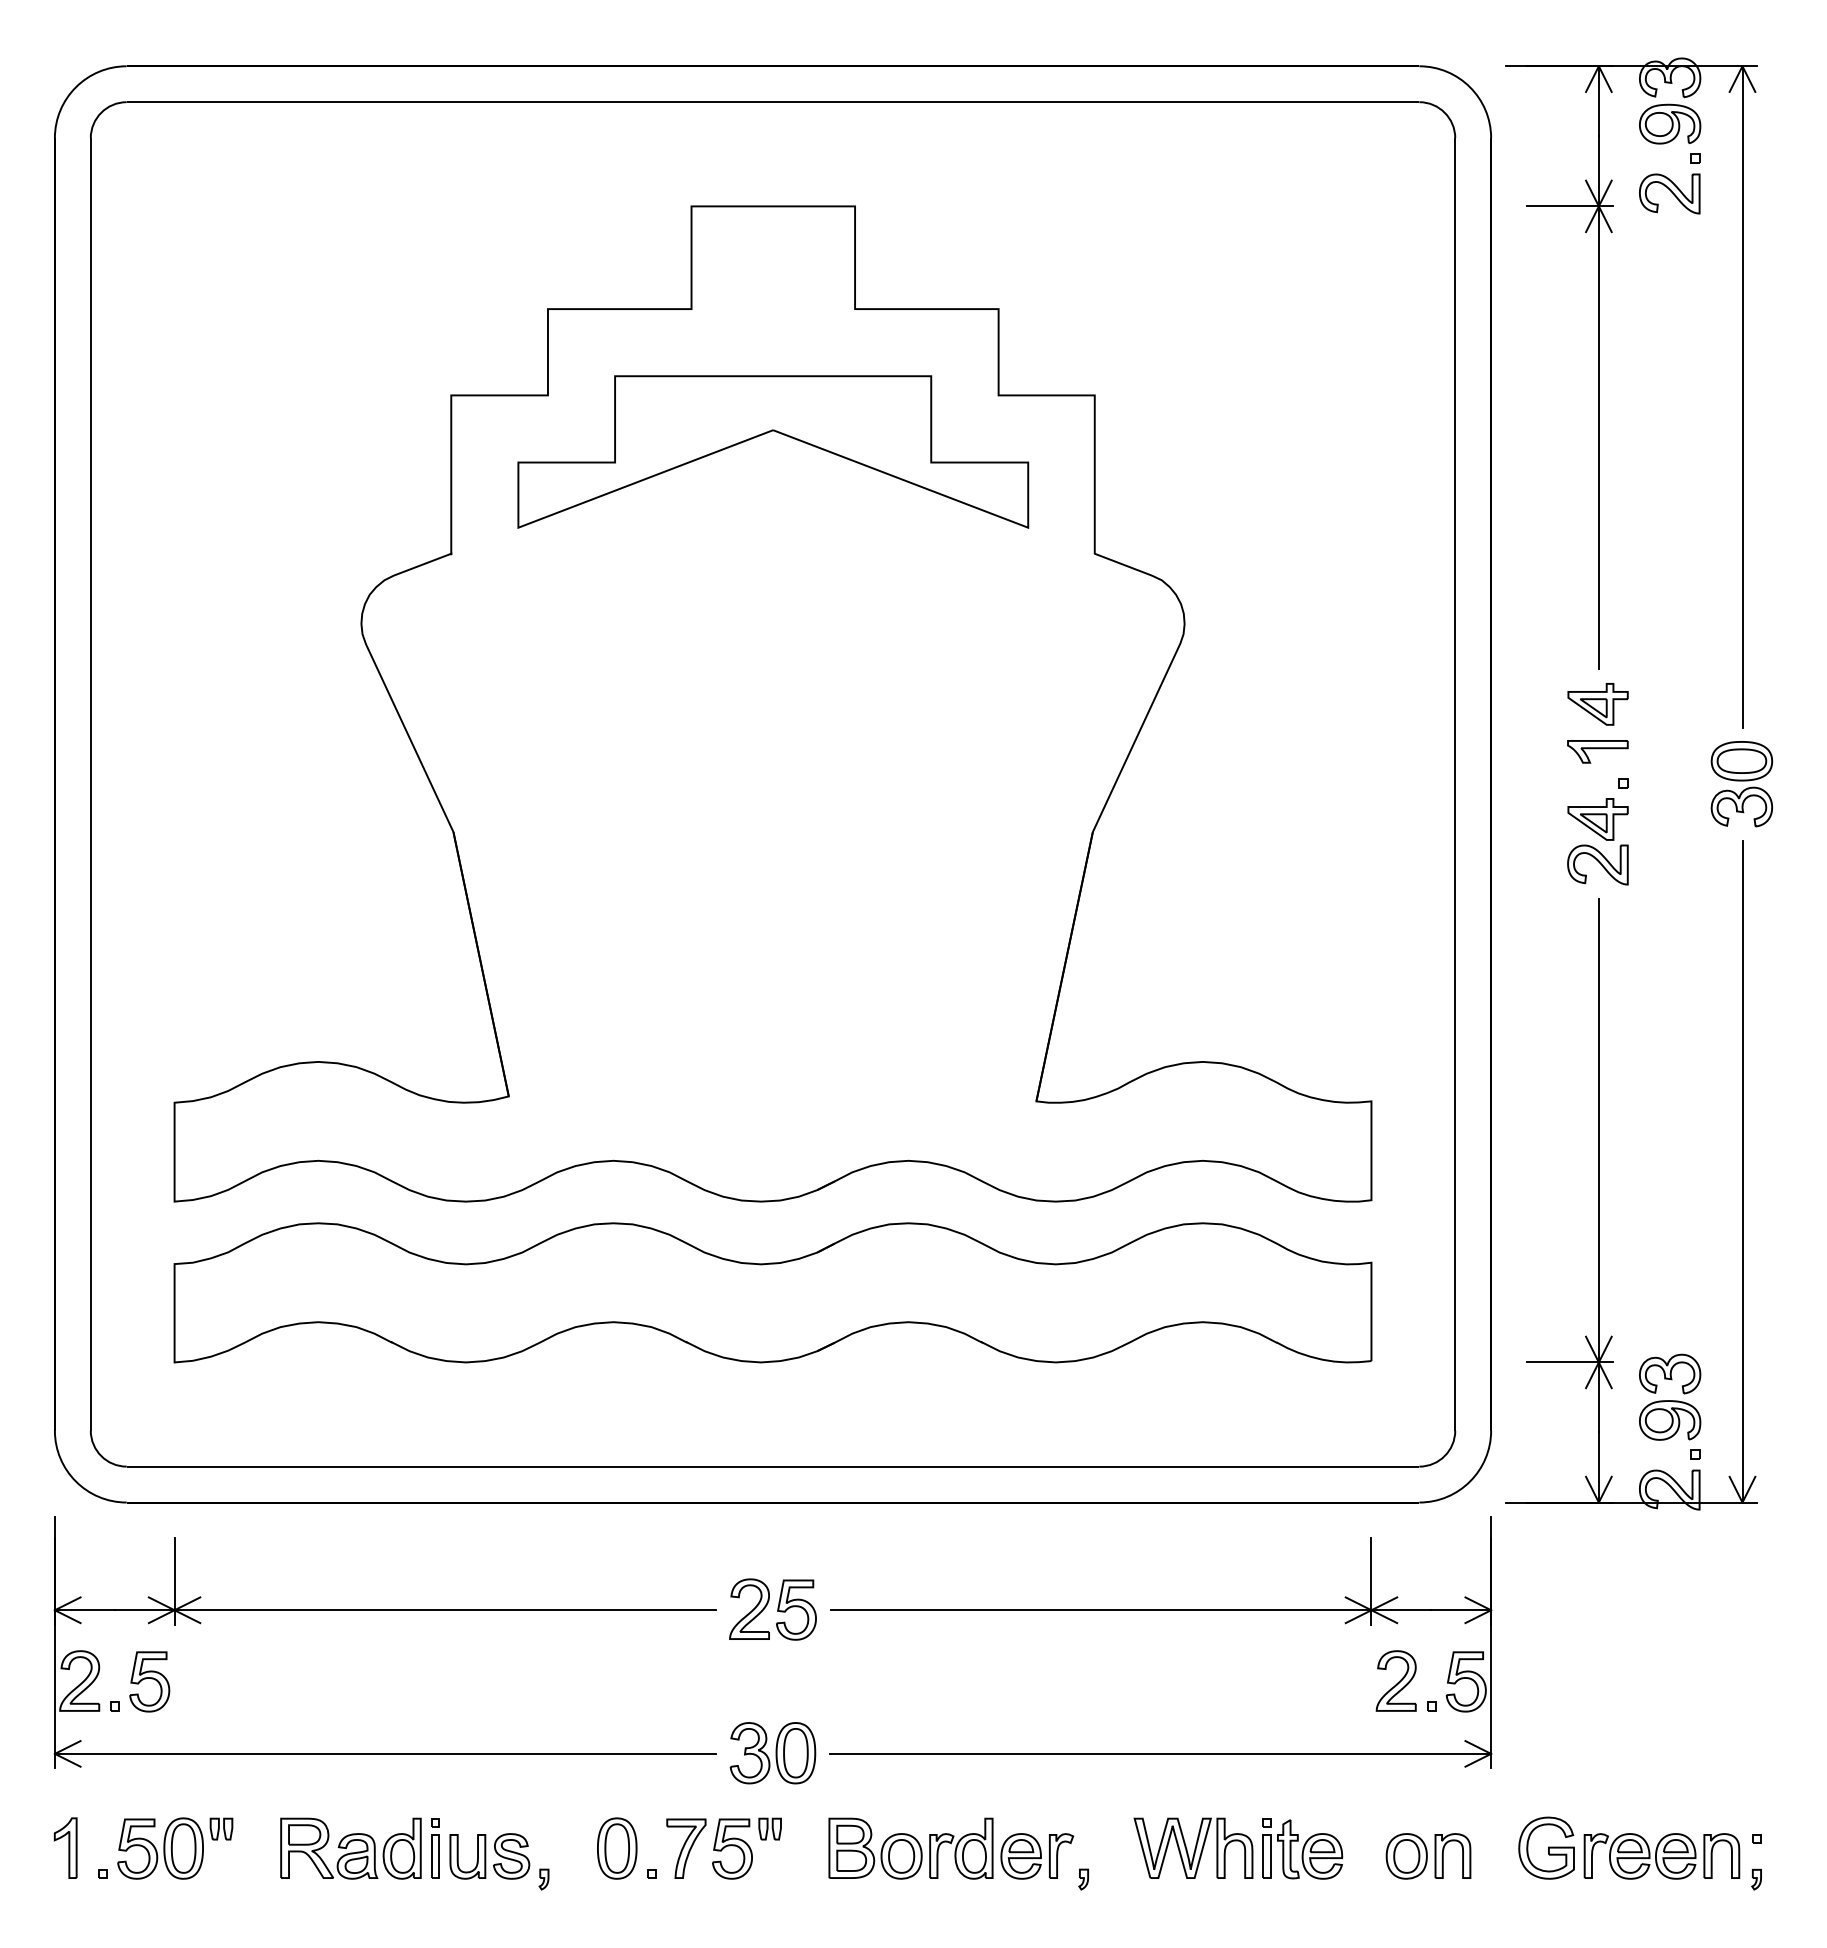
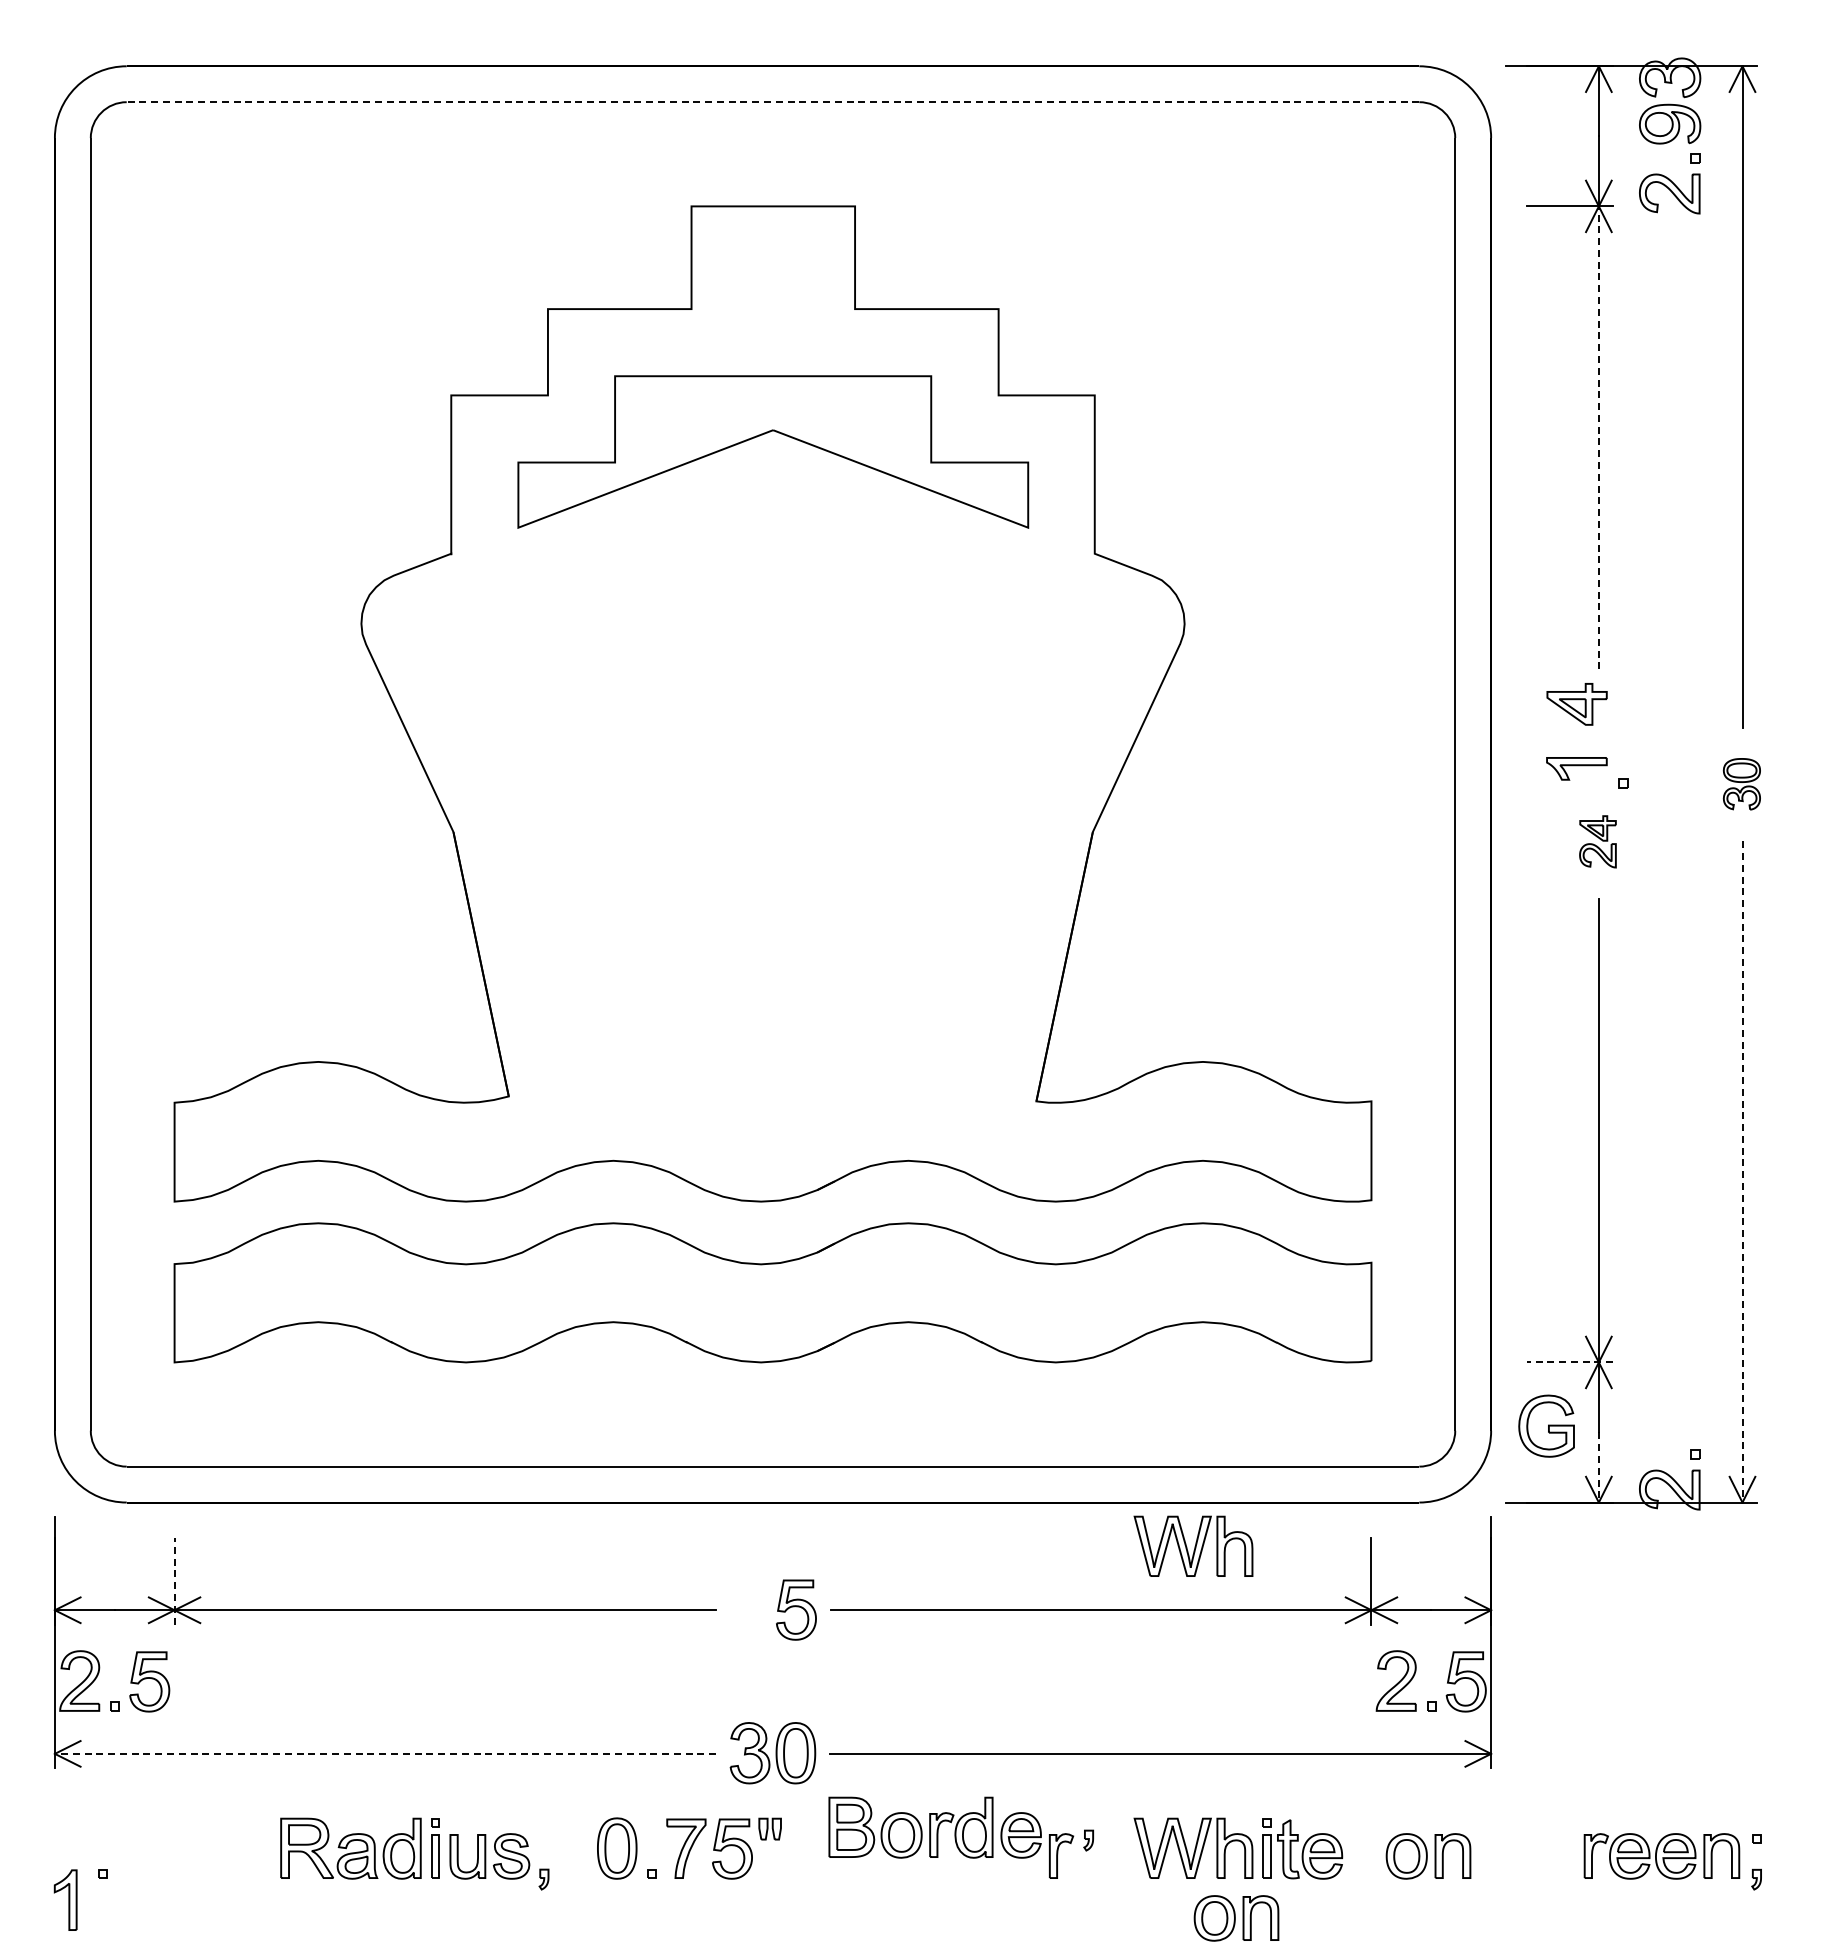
line at (772, 102): solid -> dashed
line at (1598, 437): solid -> dashed
part at (1597, 704) position: (1597, 704) -> (1576, 704)
part at (1597, 751) position: (1597, 751) -> (1576, 768)
part at (1741, 784) size: 64x87 px -> 39x53 px
part at (1597, 841) size: 62x88 px -> 38x54 px
line at (1742, 1171): solid -> dashed
line at (1569, 1362): solid -> dashed
part at (1670, 1396): present -> none
line at (1598, 1468): solid -> dashed
part at (1193, 1545): none -> present
line at (174, 1581): solid -> dashed
part at (749, 1608): present -> none
line at (385, 1753): solid -> dashed
part at (65, 1847) position: (65, 1847) -> (65, 1899)
part at (1546, 1847) position: (1546, 1847) -> (1546, 1425)
part at (175, 1848): present -> none
part at (934, 1848) position: (934, 1848) -> (934, 1827)
part at (1083, 1879) position: (1083, 1879) -> (1088, 1840)
part at (1236, 1918): none -> present
